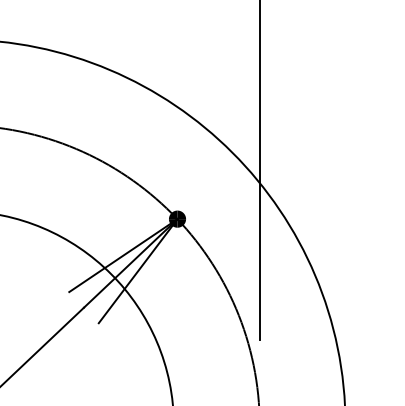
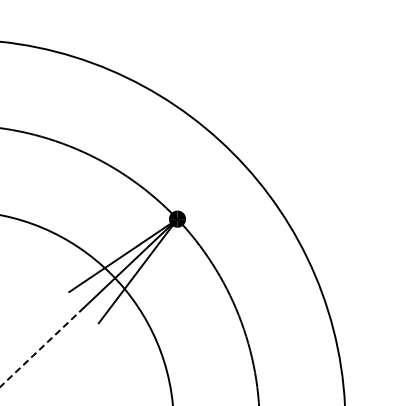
line at (259, 170): present -> none
line at (42, 346): solid -> dashed
